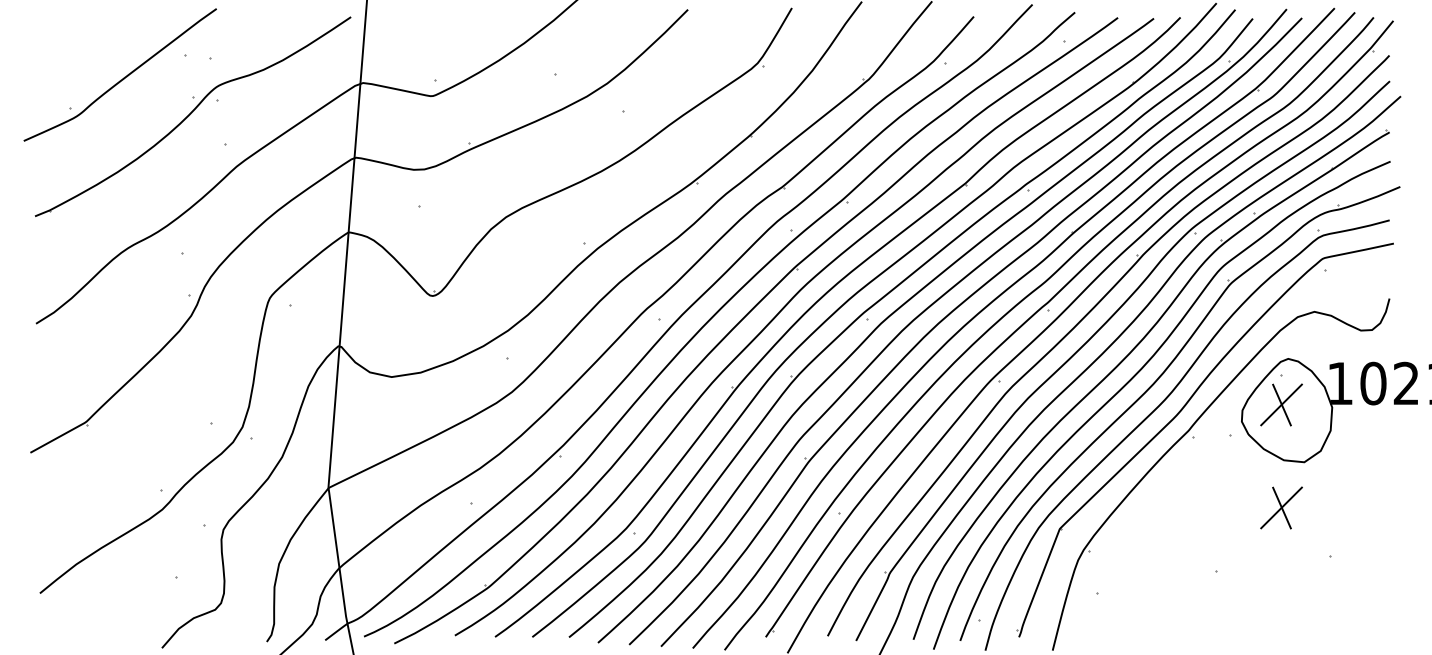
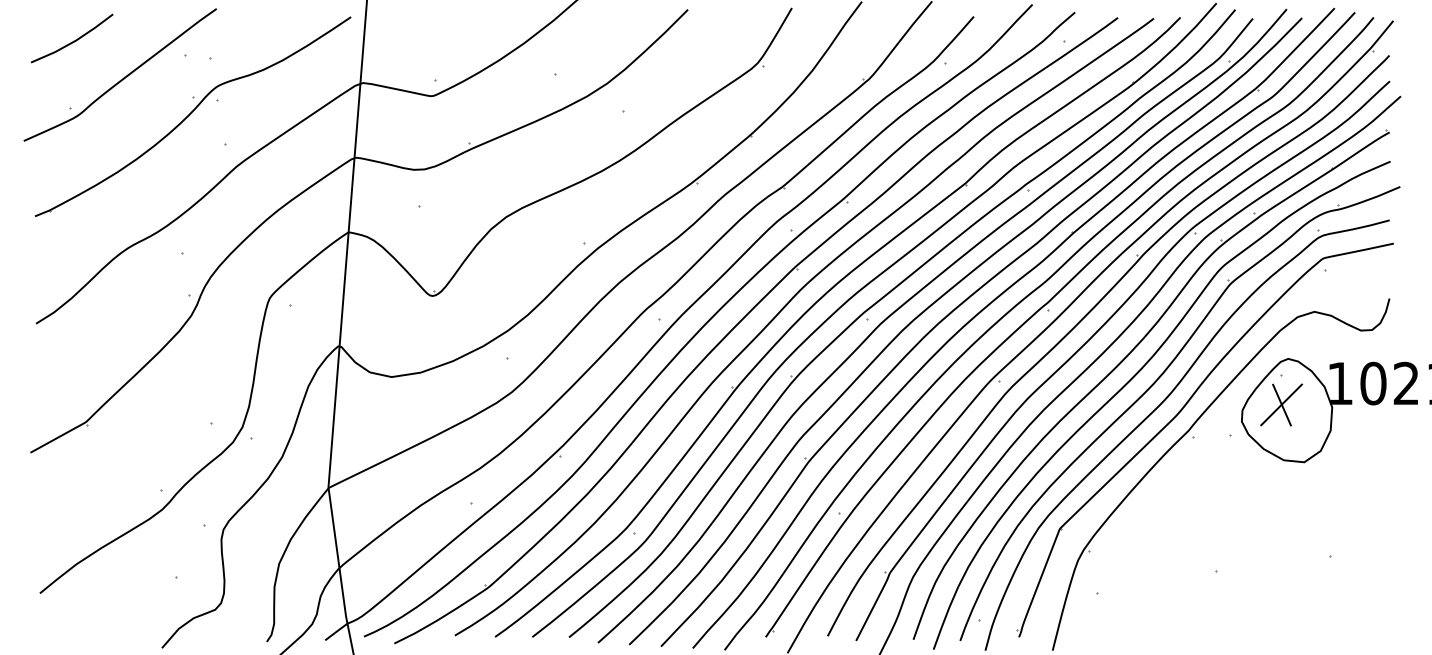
line at (73, 40): none -> present
part at (1281, 507): present -> none
